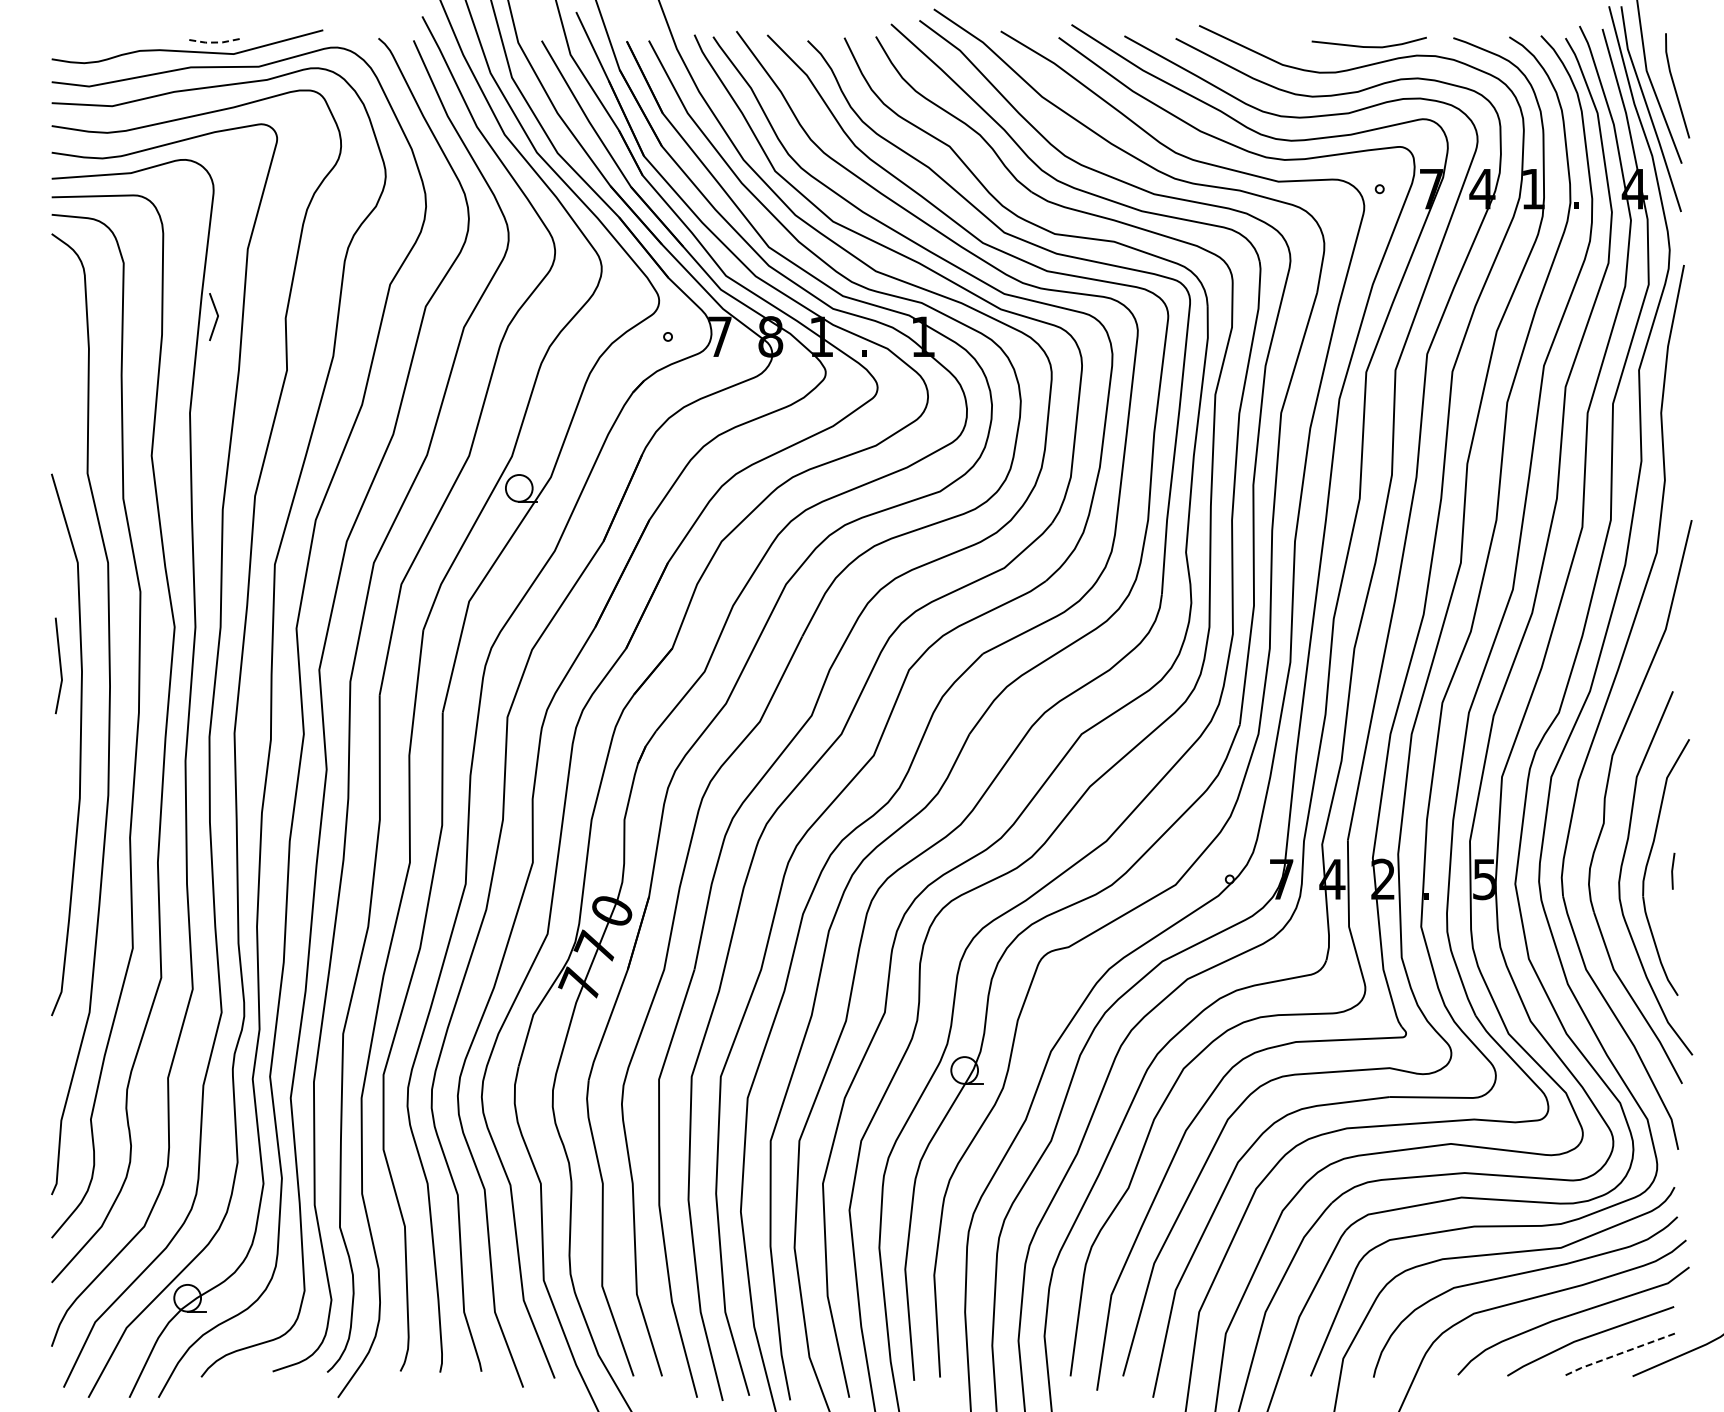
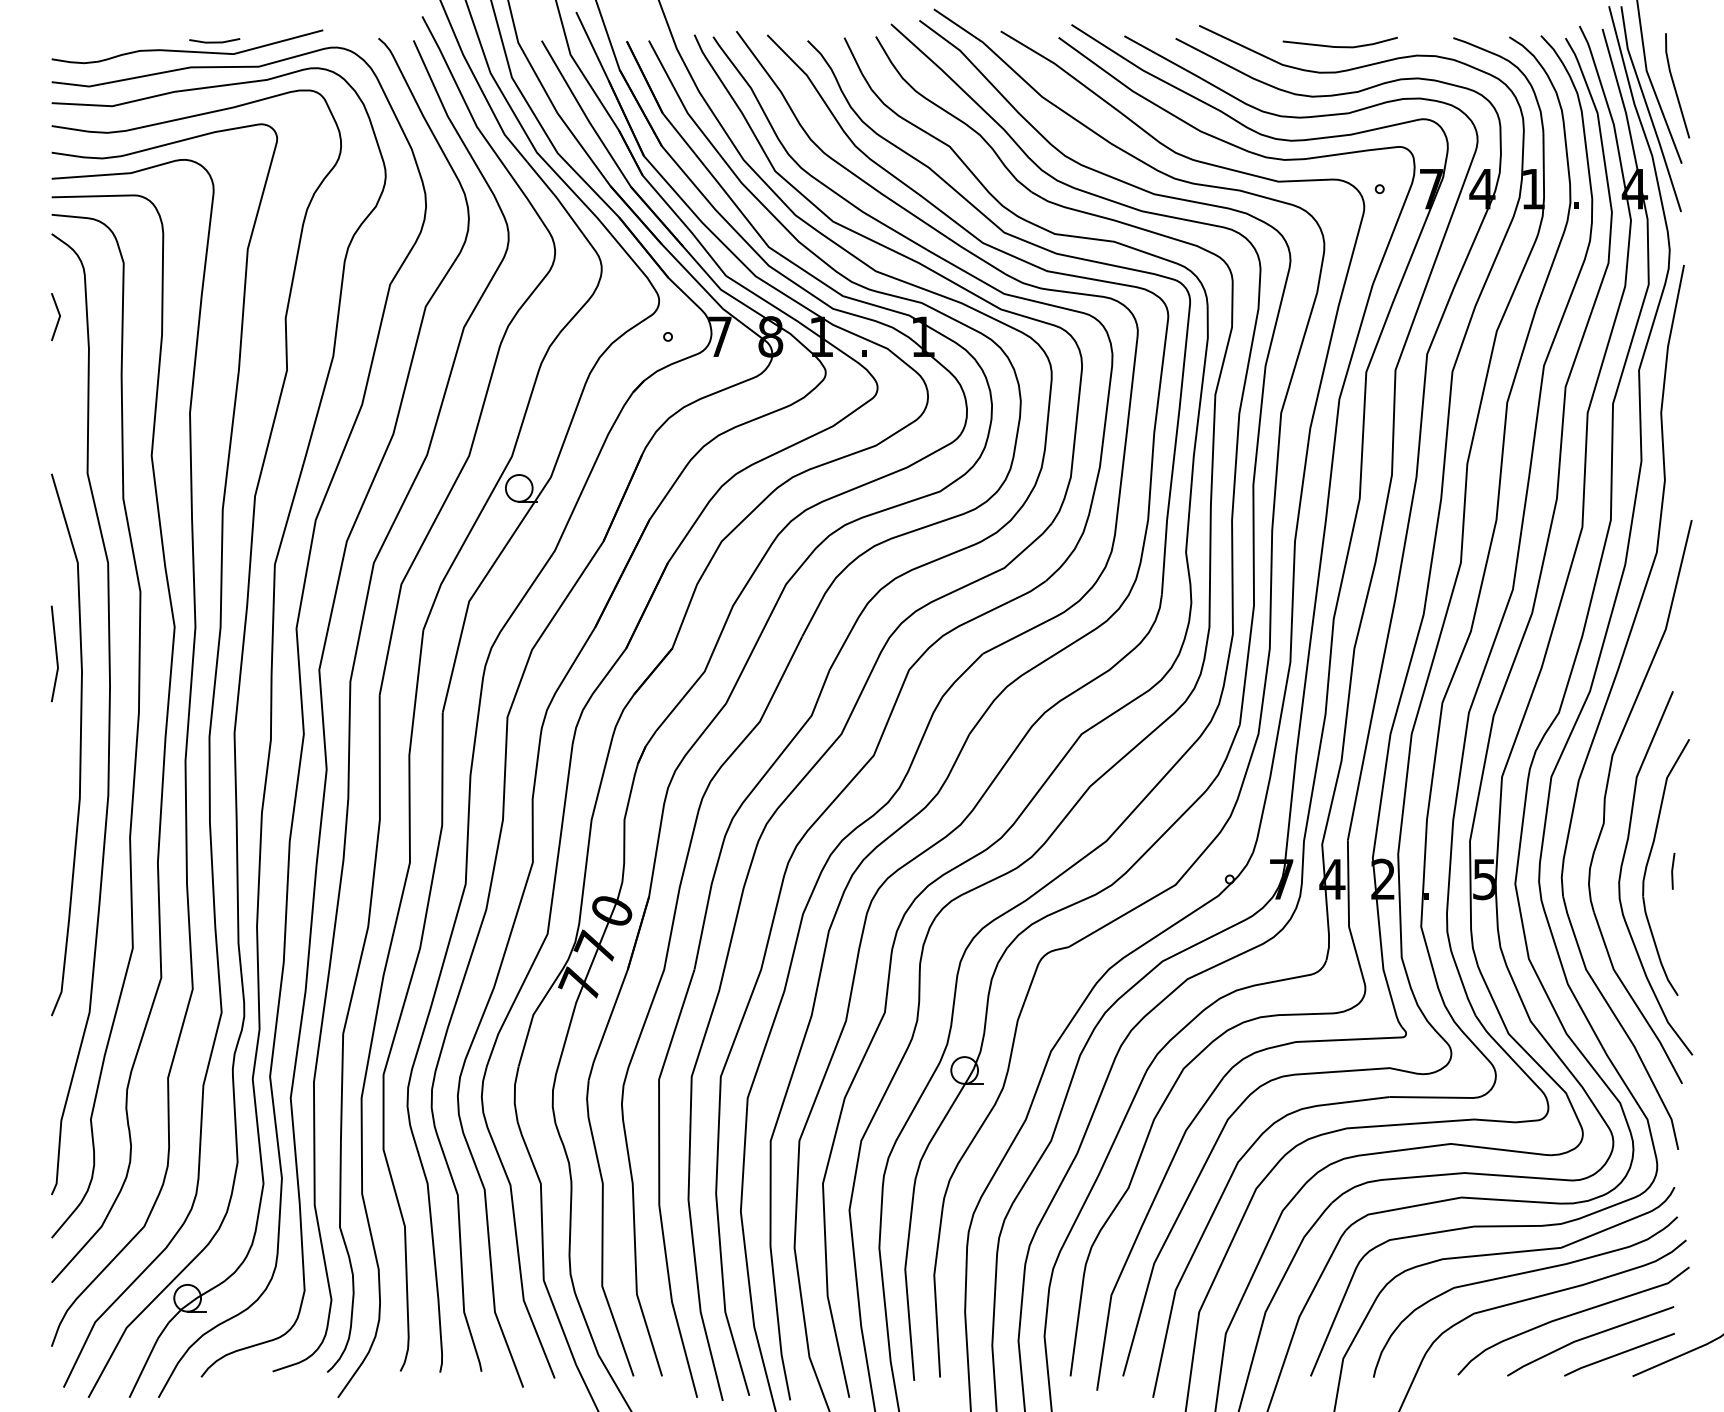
line at (215, 42): dashed -> solid
line at (1368, 46) position: (1368, 46) -> (1339, 46)
line at (216, 317) position: (216, 317) -> (58, 317)
line at (59, 665) position: (59, 665) -> (55, 653)
line at (1618, 1354): dashed -> solid
